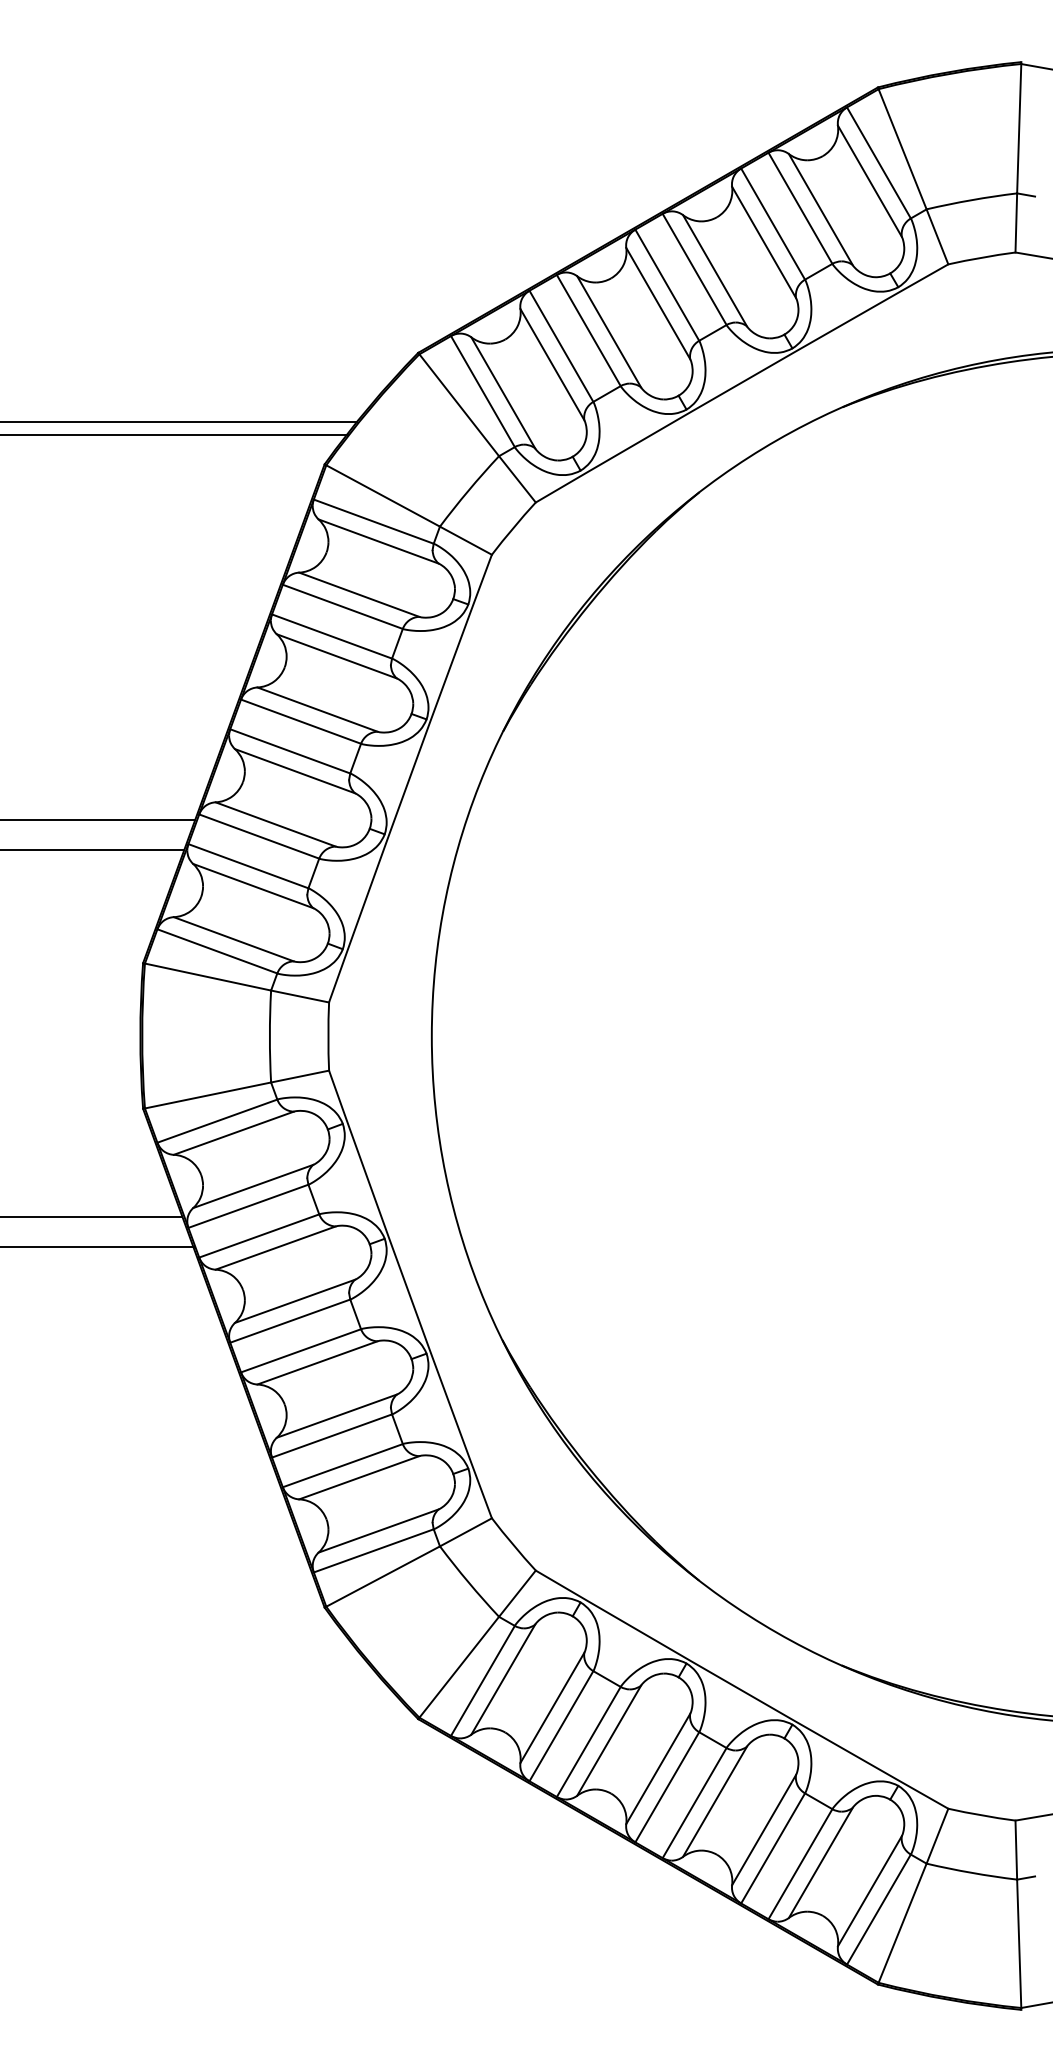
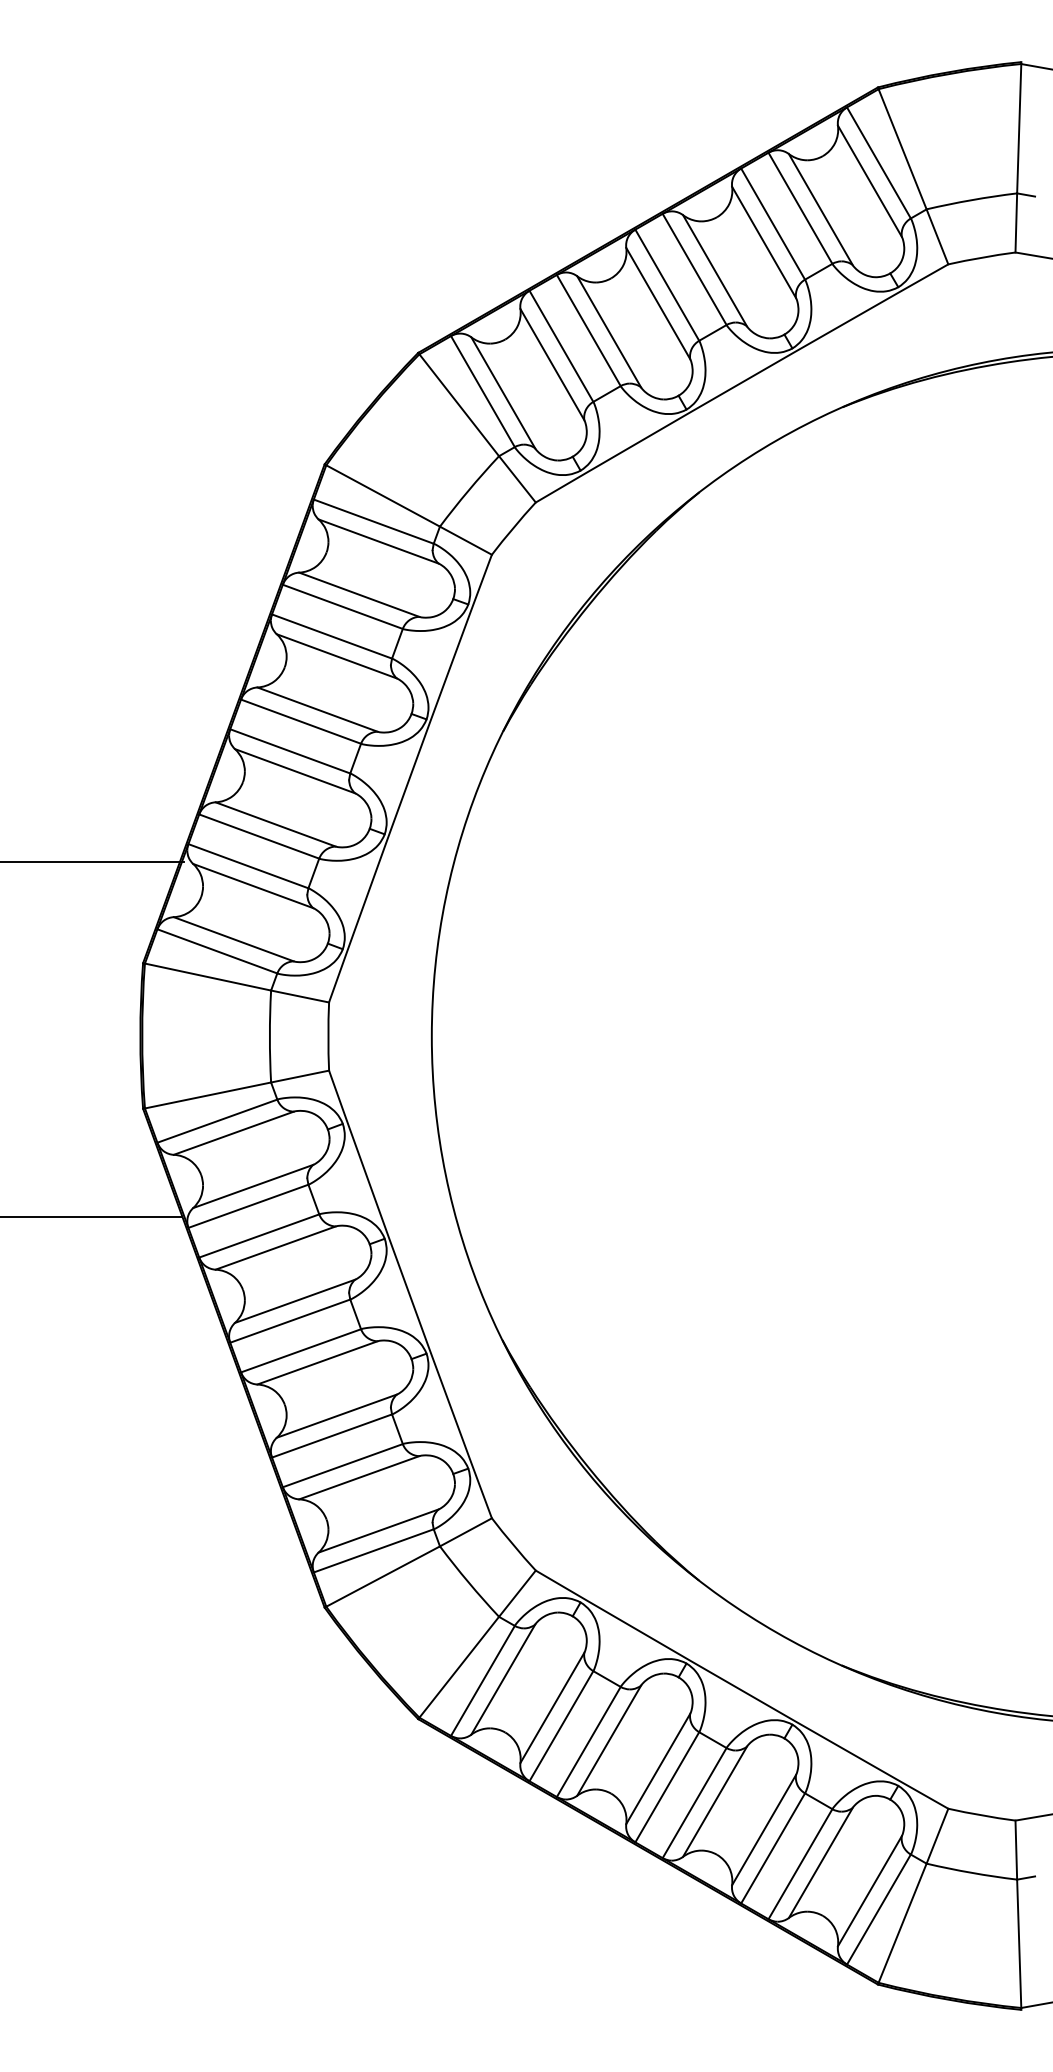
line at (179, 422): present -> none
line at (174, 434): present -> none
line at (98, 819): present -> none
line at (93, 850) position: (93, 850) -> (93, 862)
line at (97, 1247): present -> none
